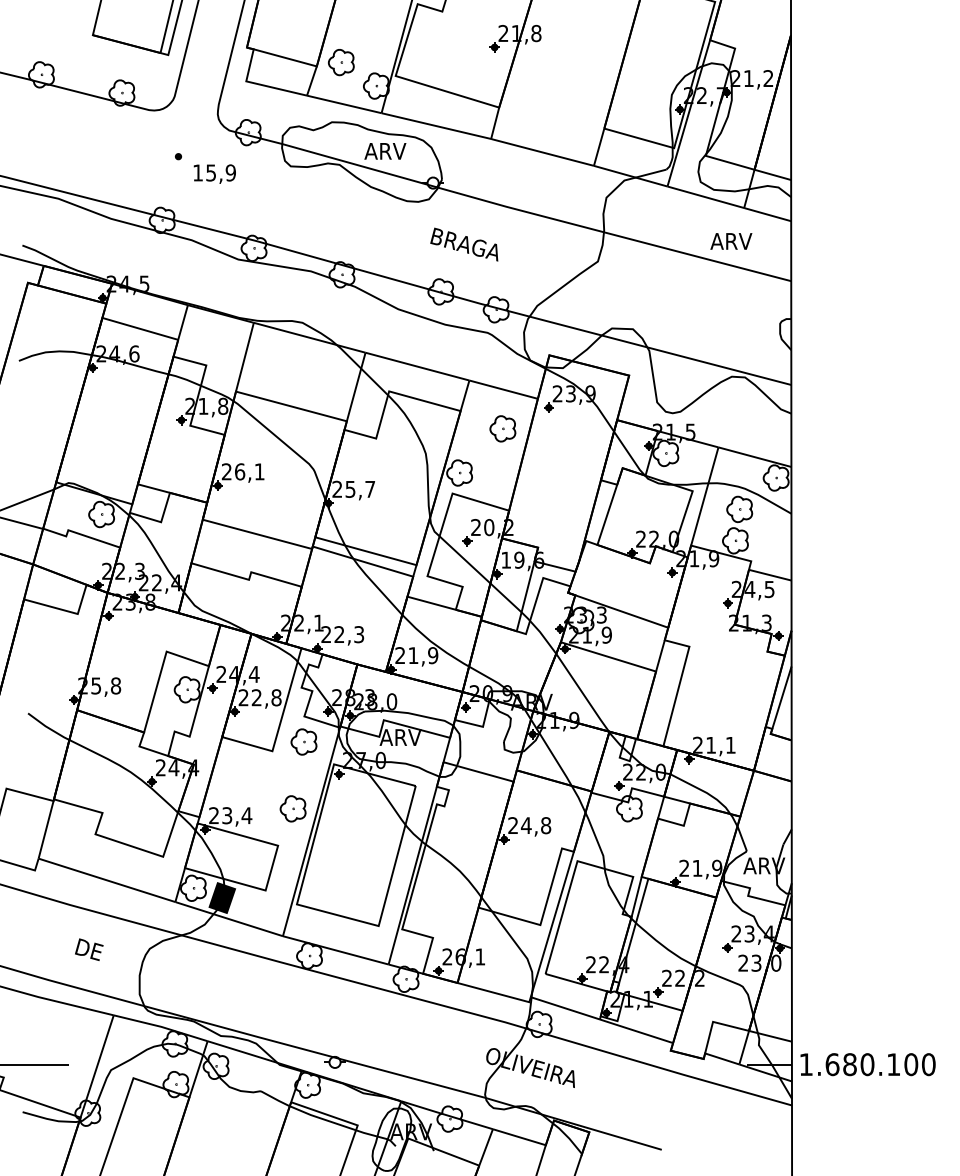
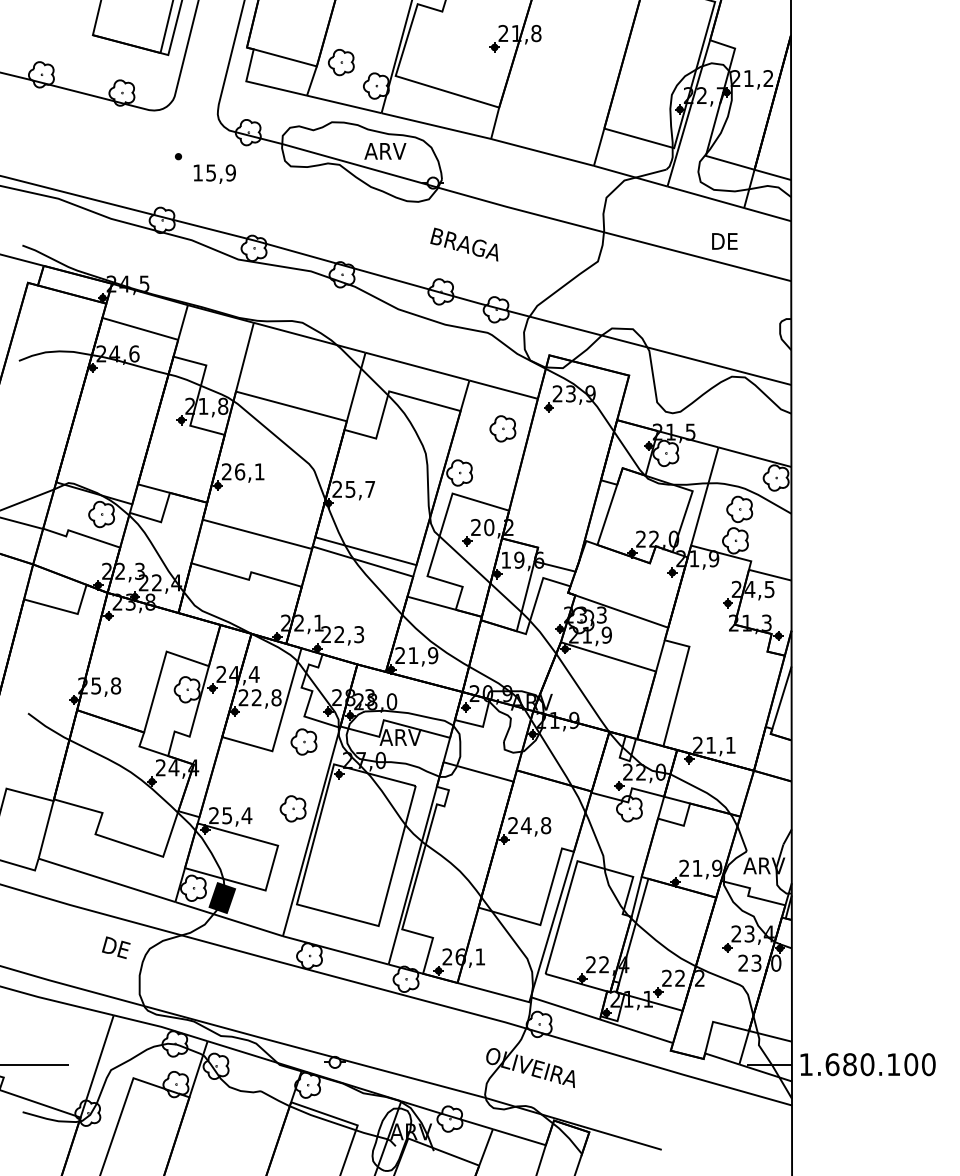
text at (731, 241): ARV -> DE
text at (227, 815): 23,4 -> 25,4
text at (89, 949) position: (89, 949) -> (116, 947)
